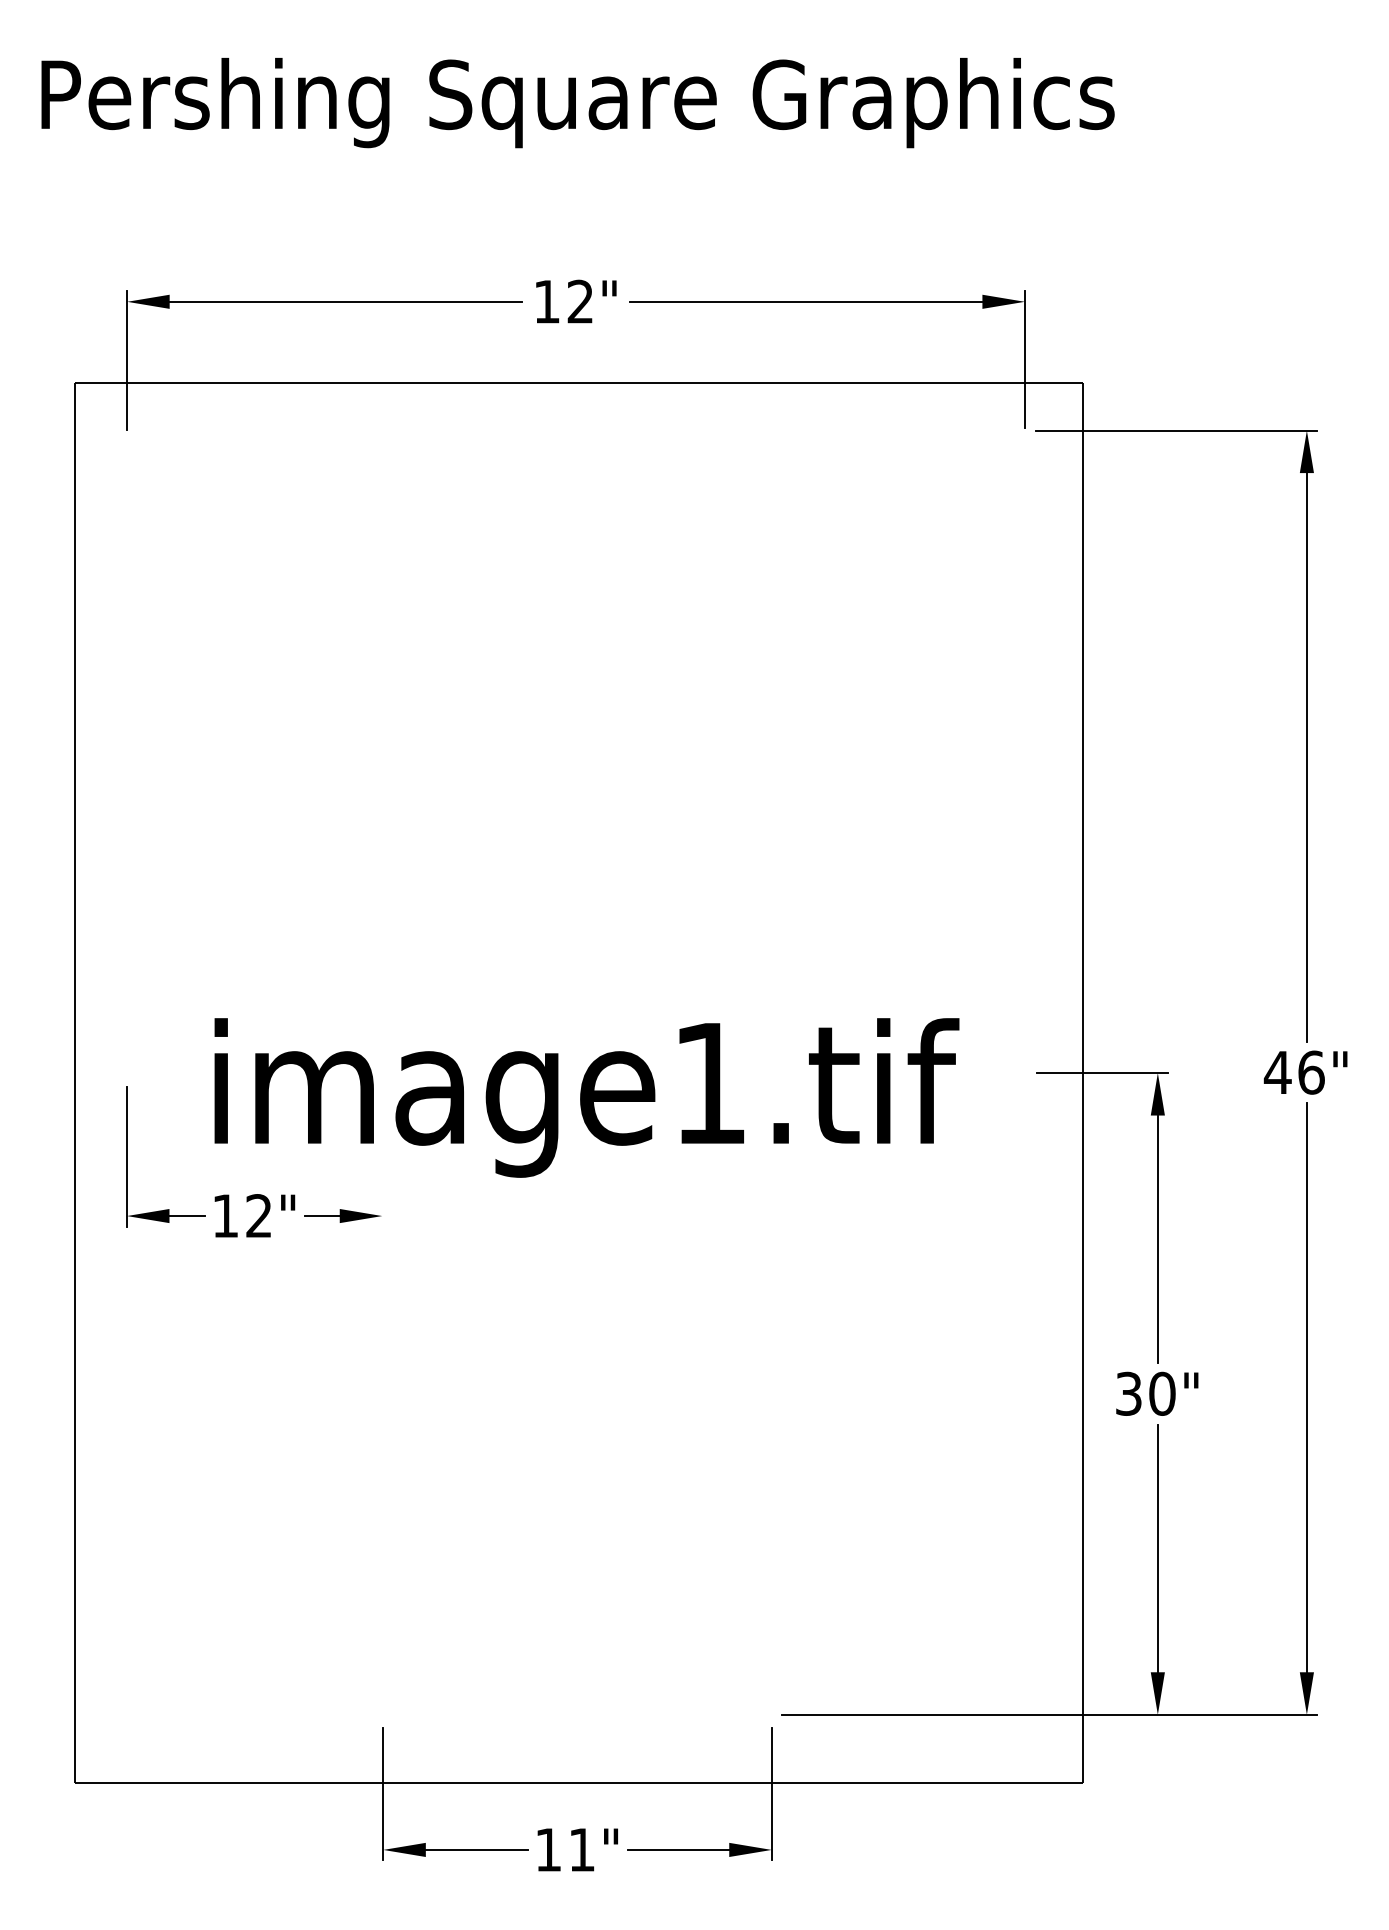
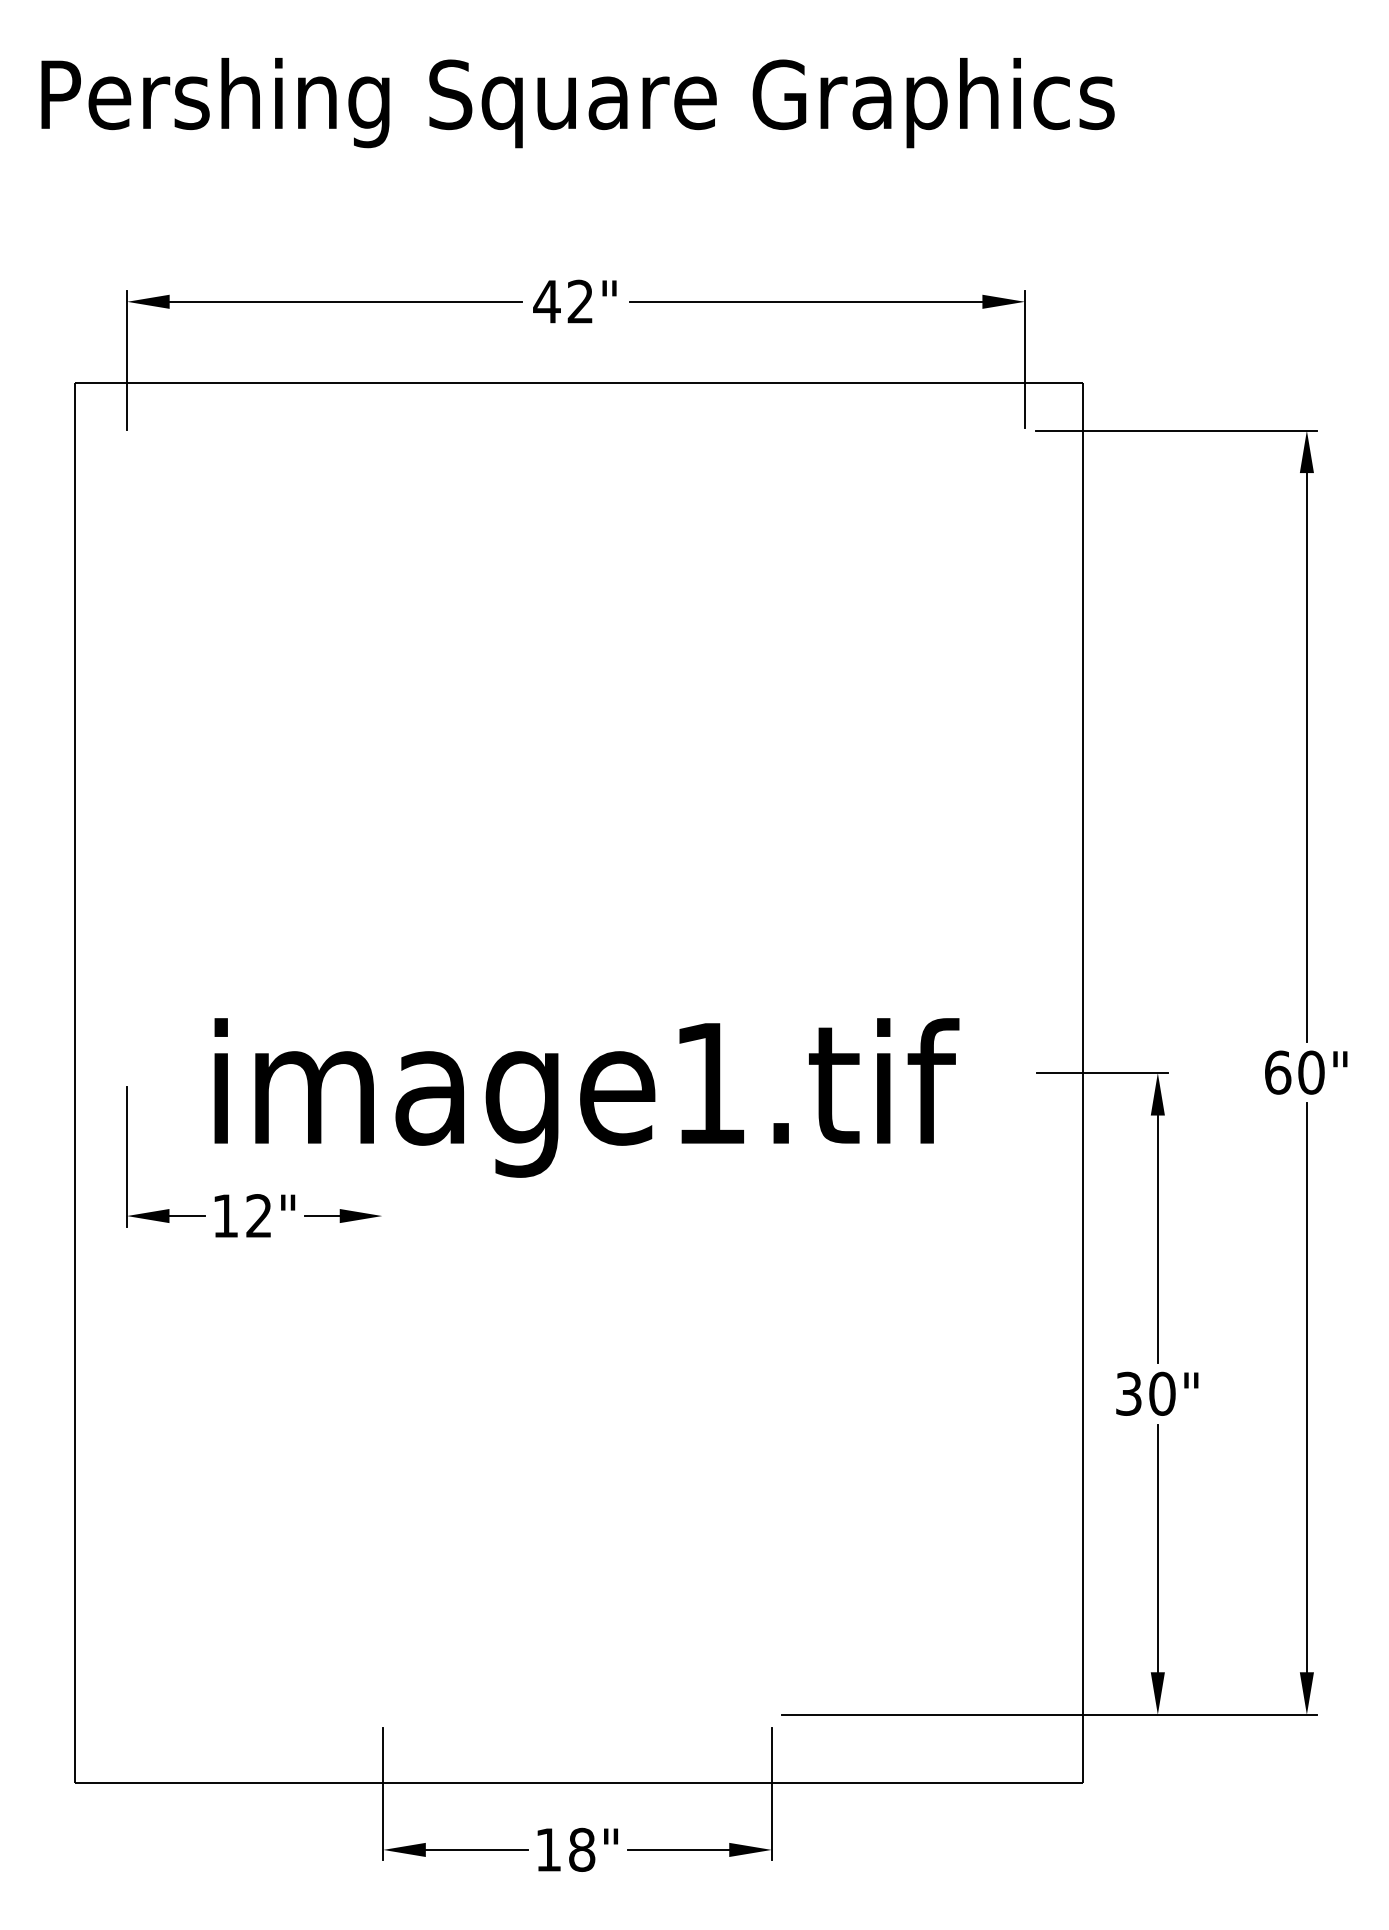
text at (546, 301): 12" -> 42"
text at (1293, 1072): 46" -> 60"
text at (582, 1849): 11" -> 18"
